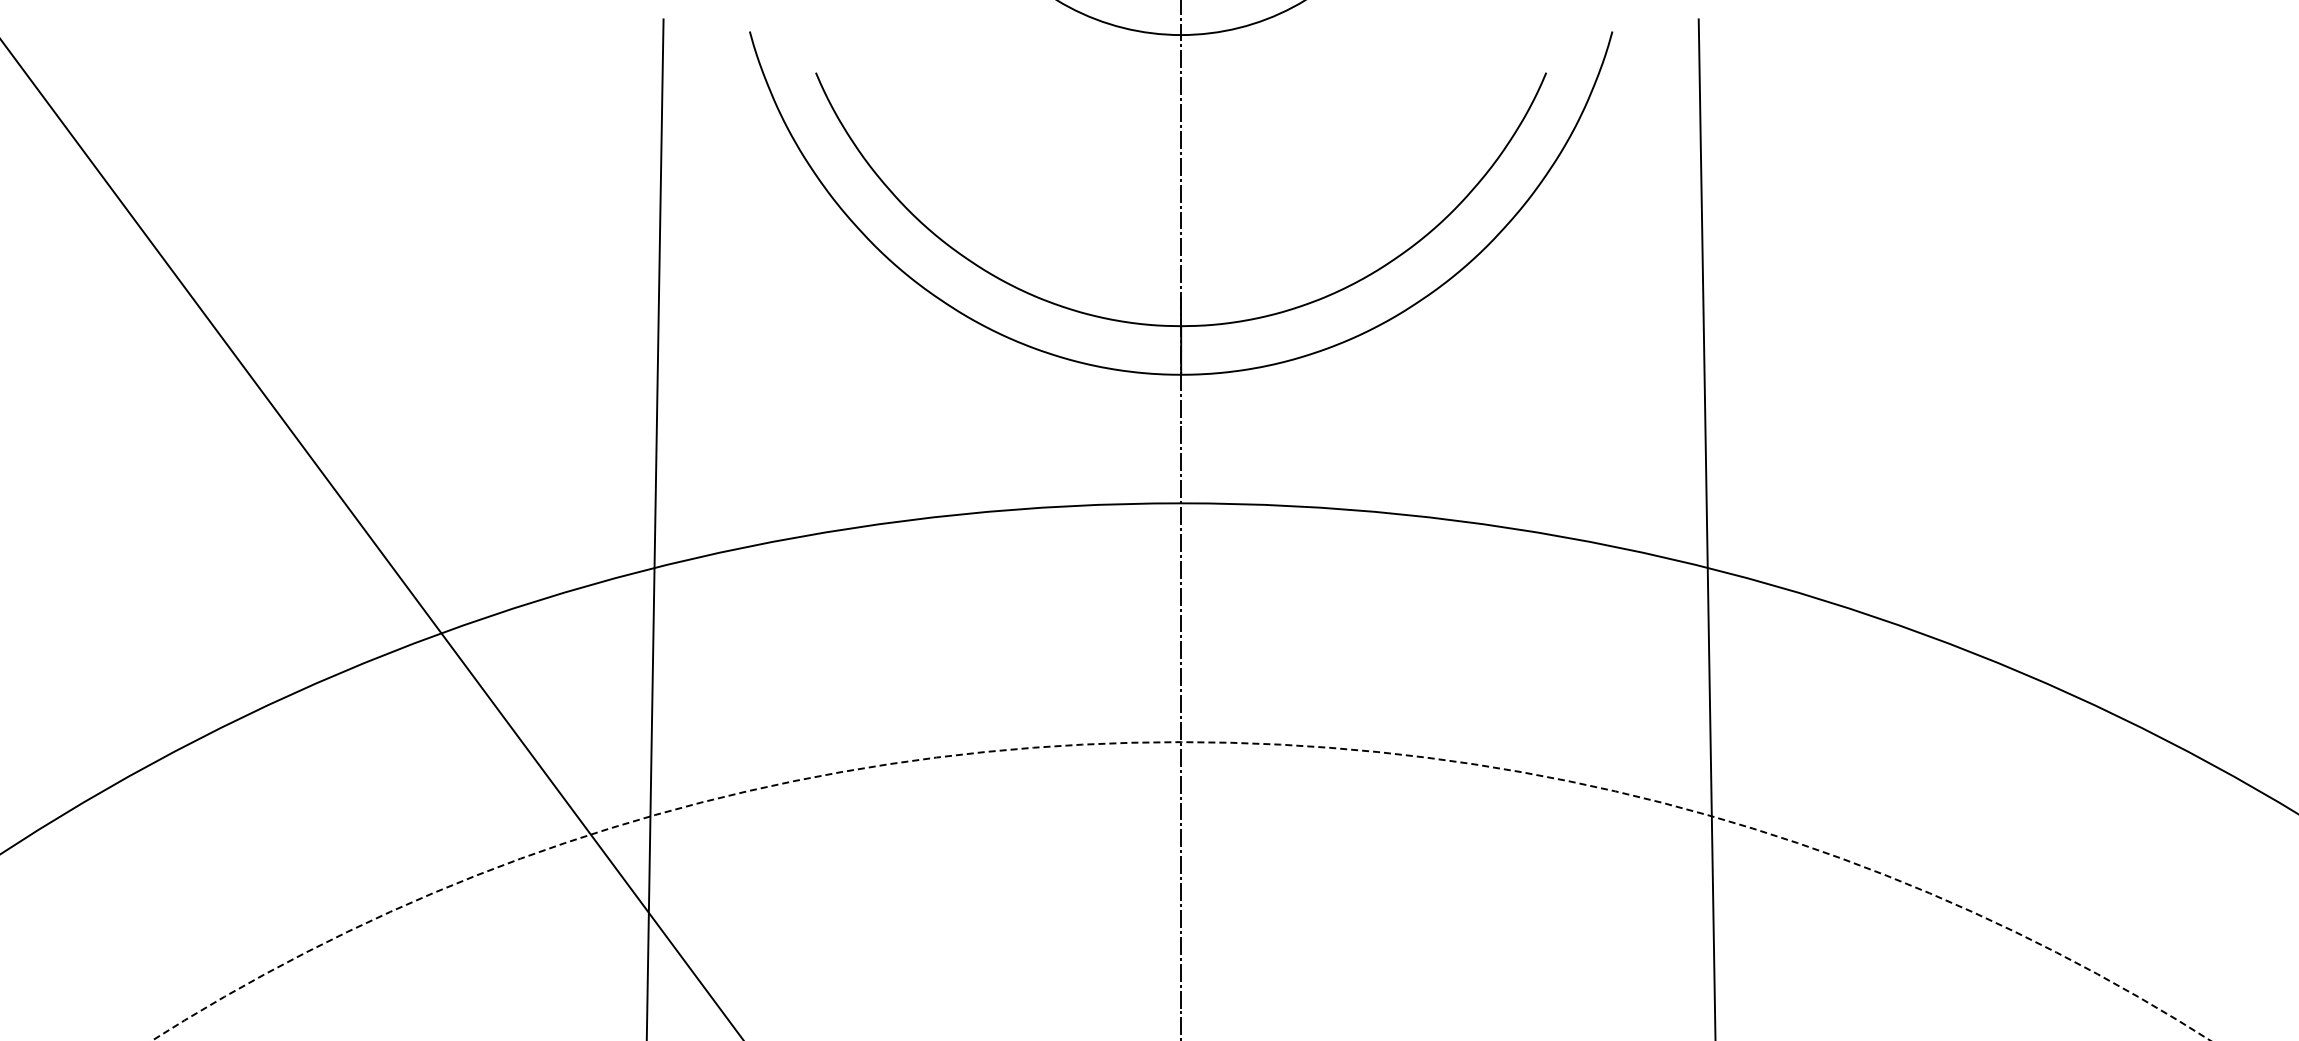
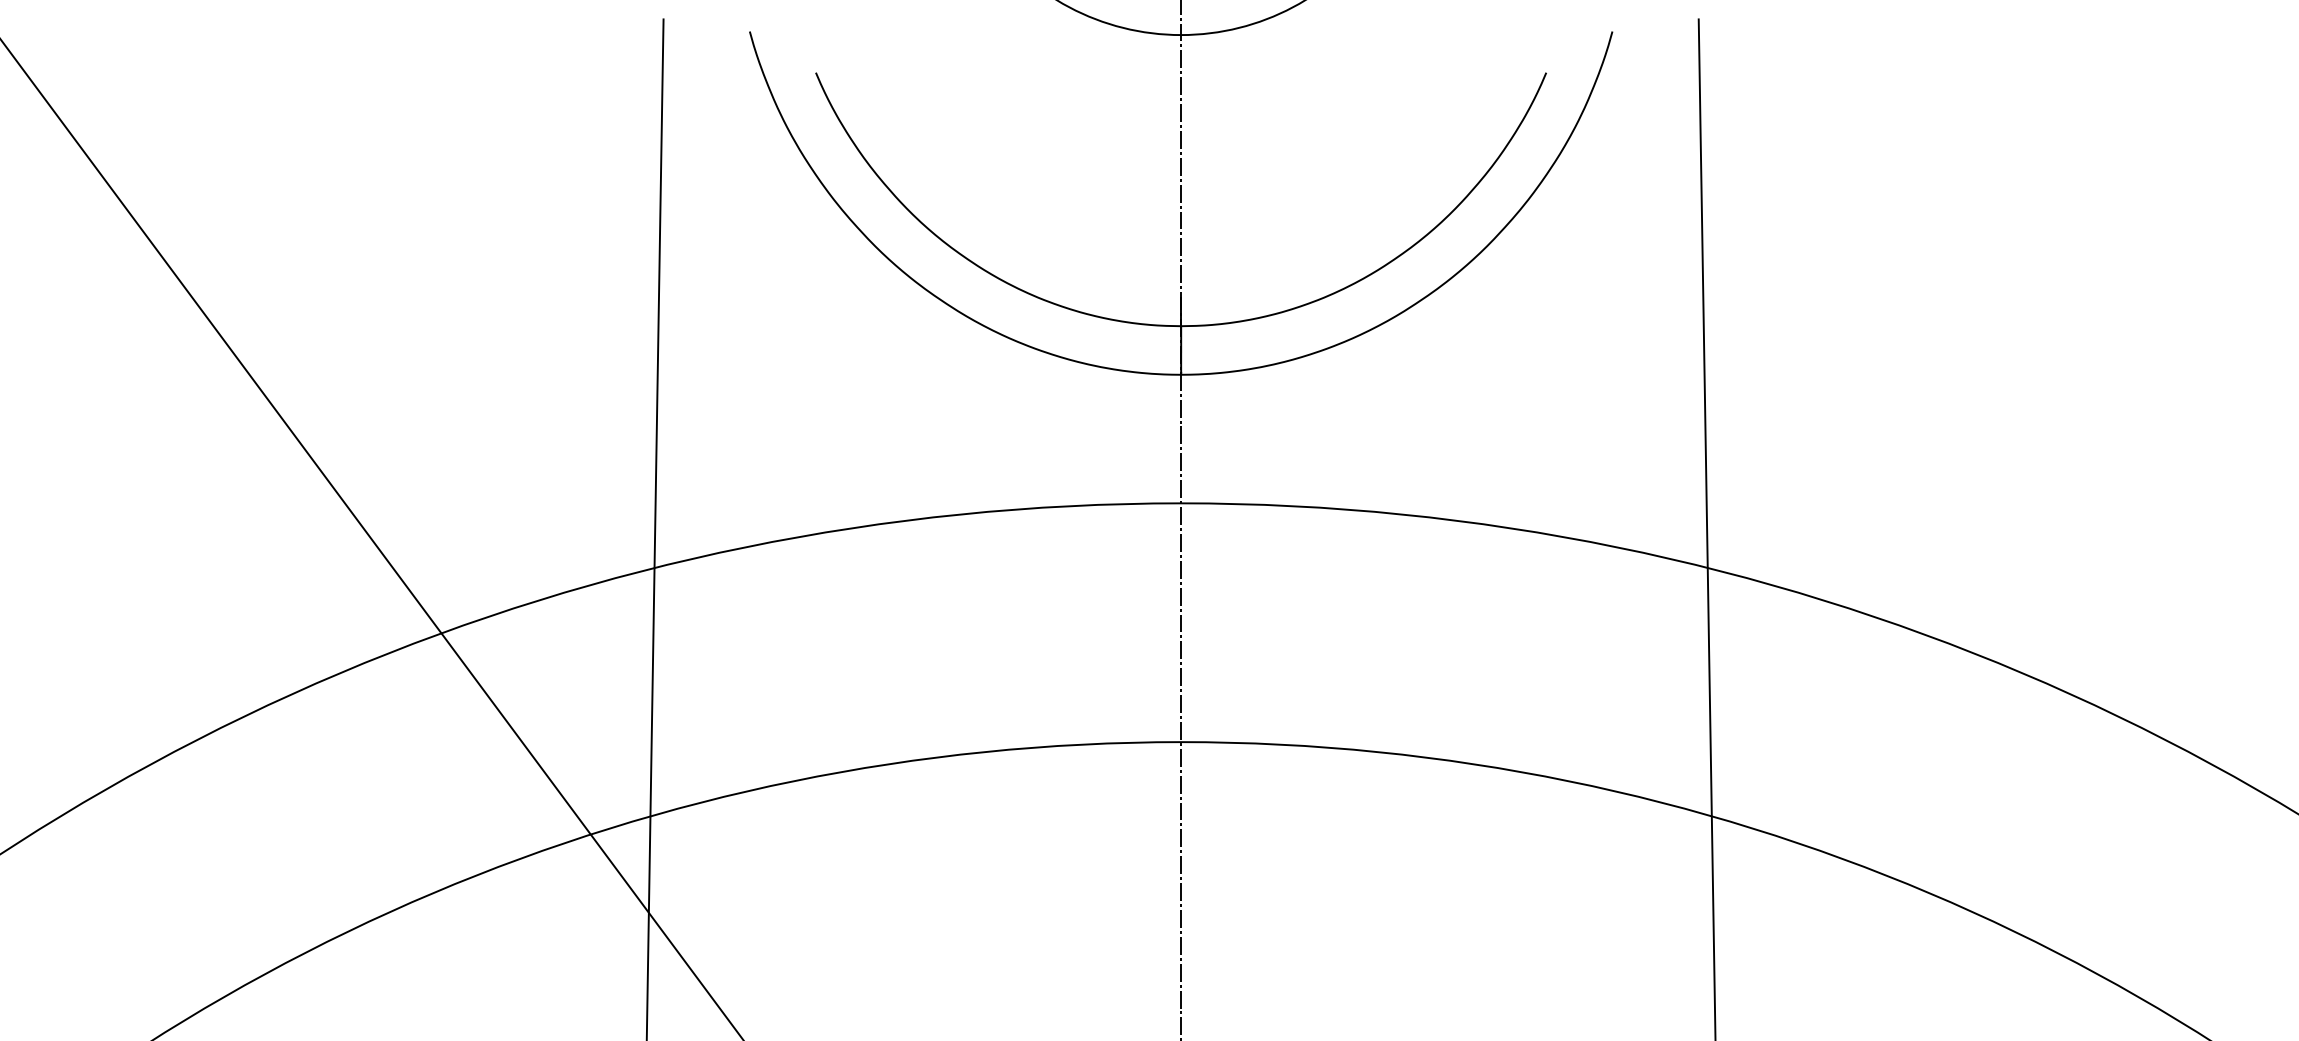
circle at (1180, 891): dashed -> solid
